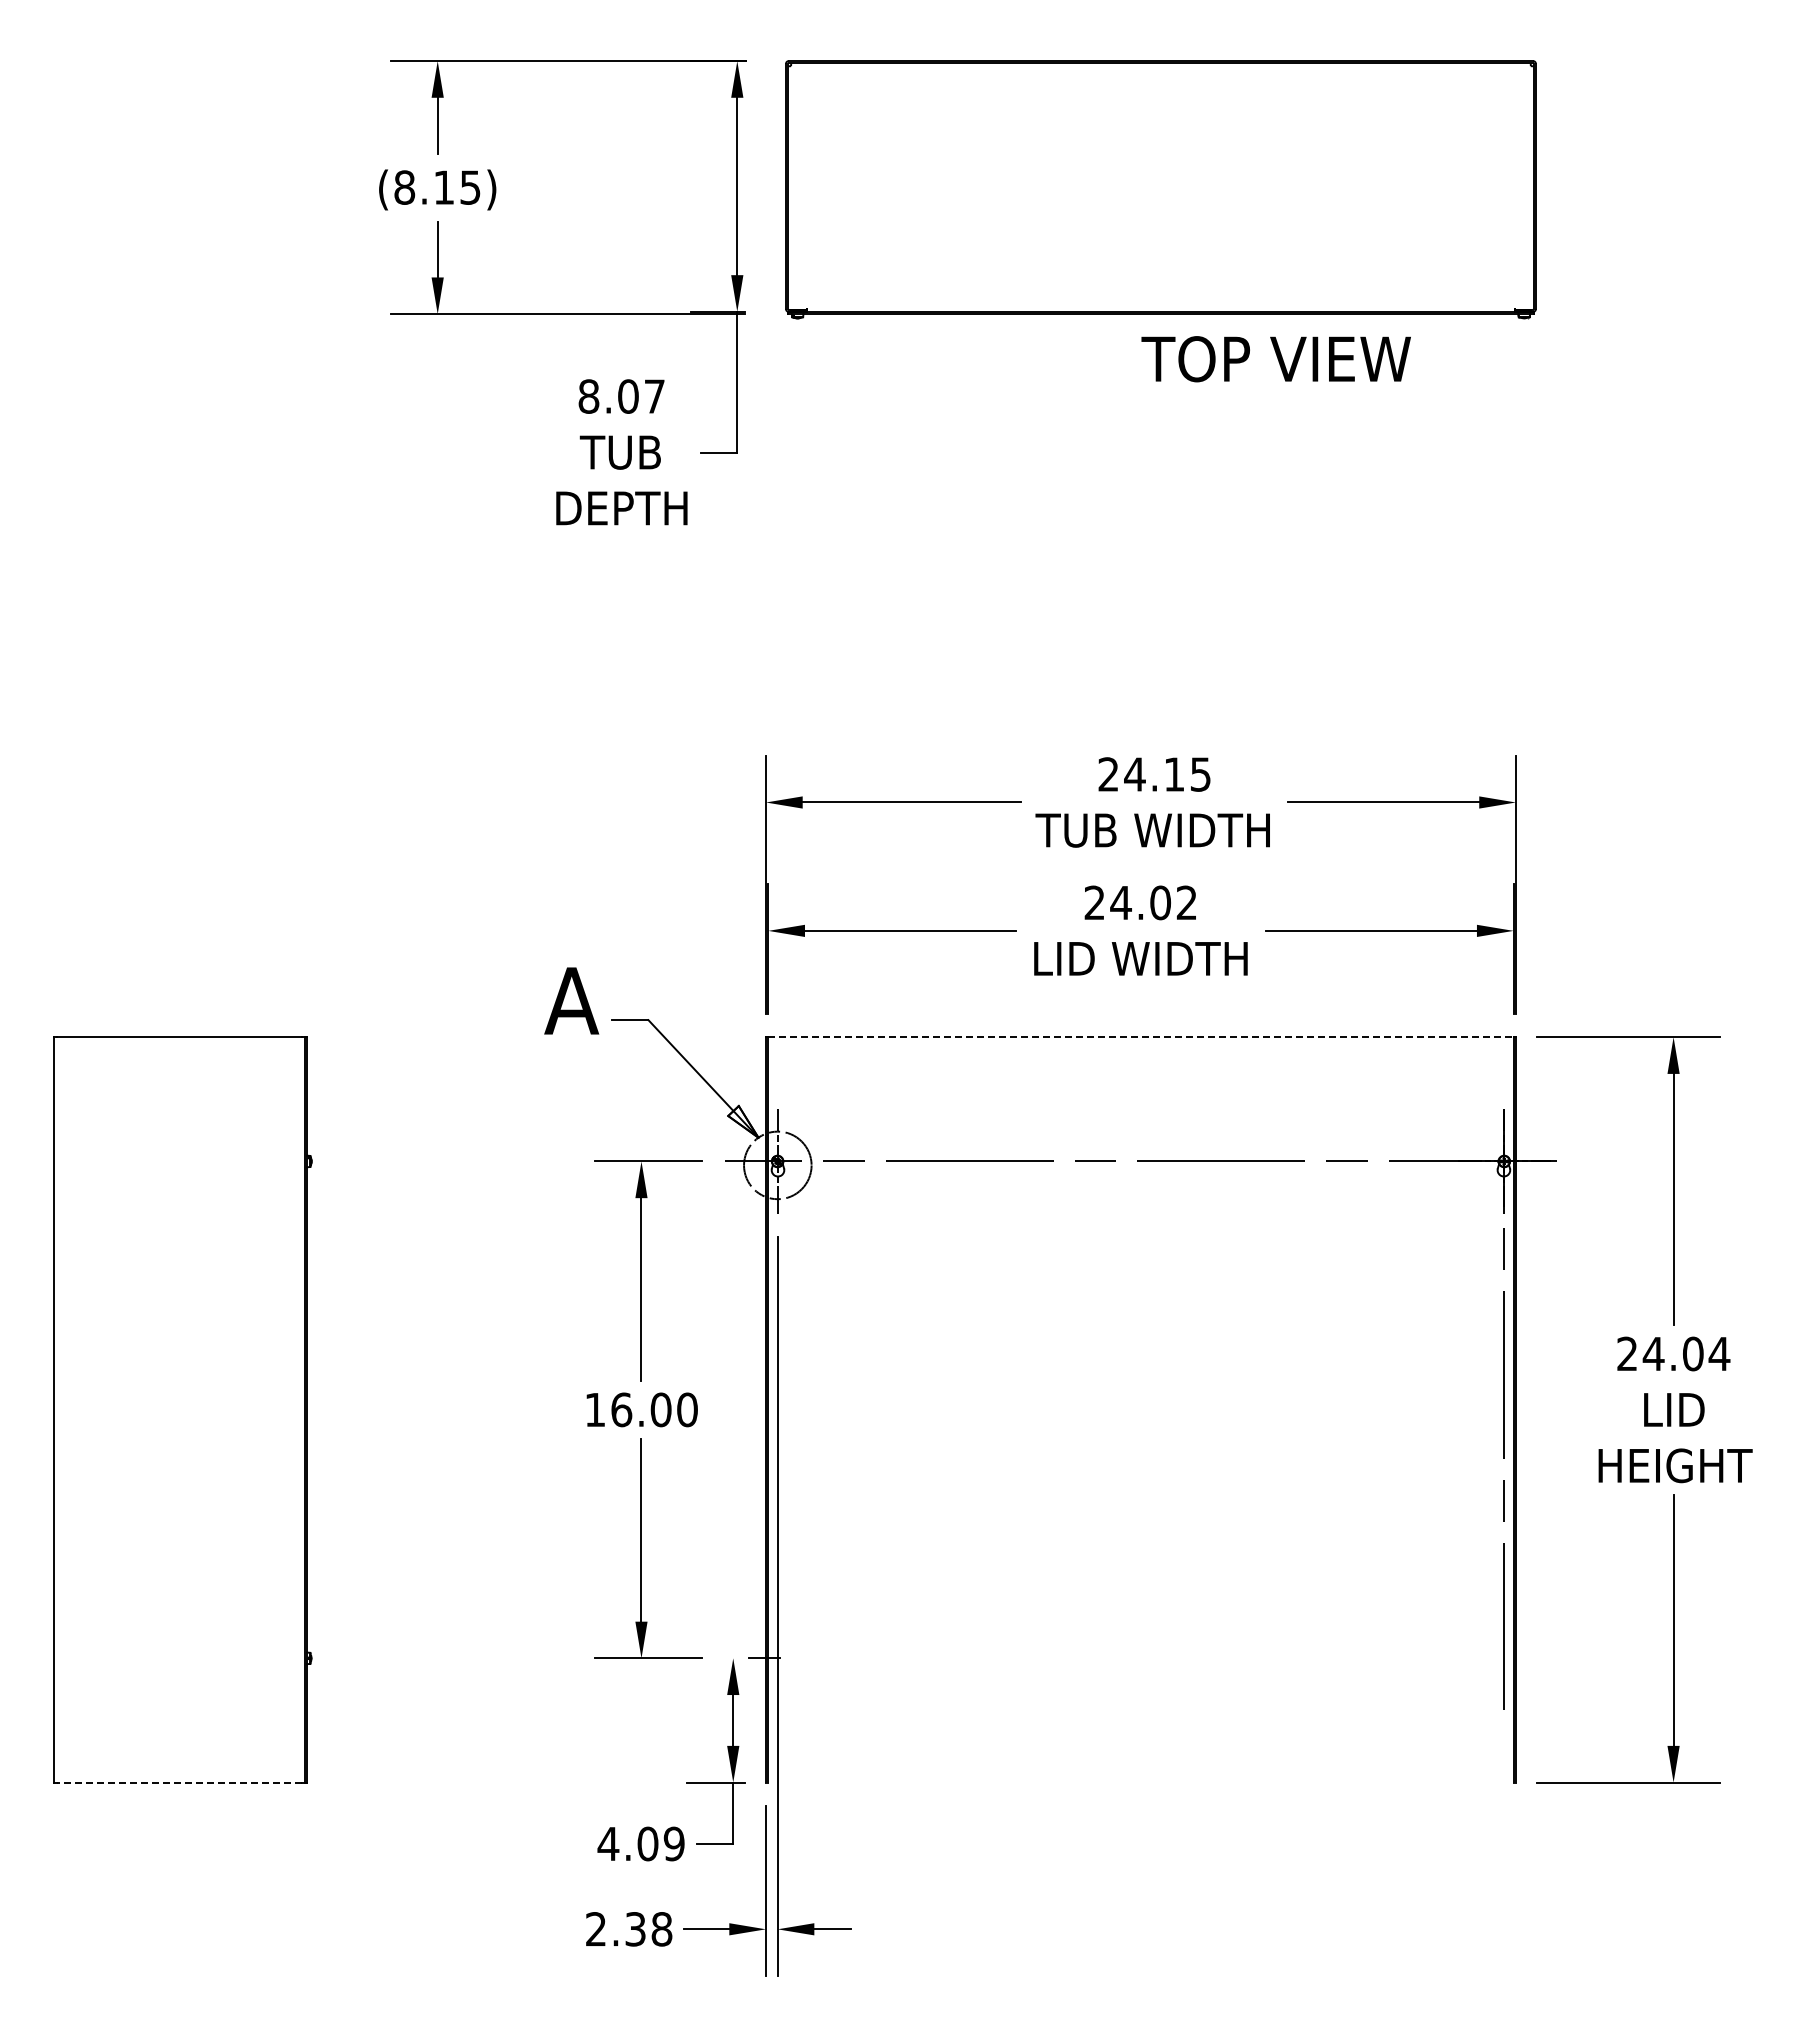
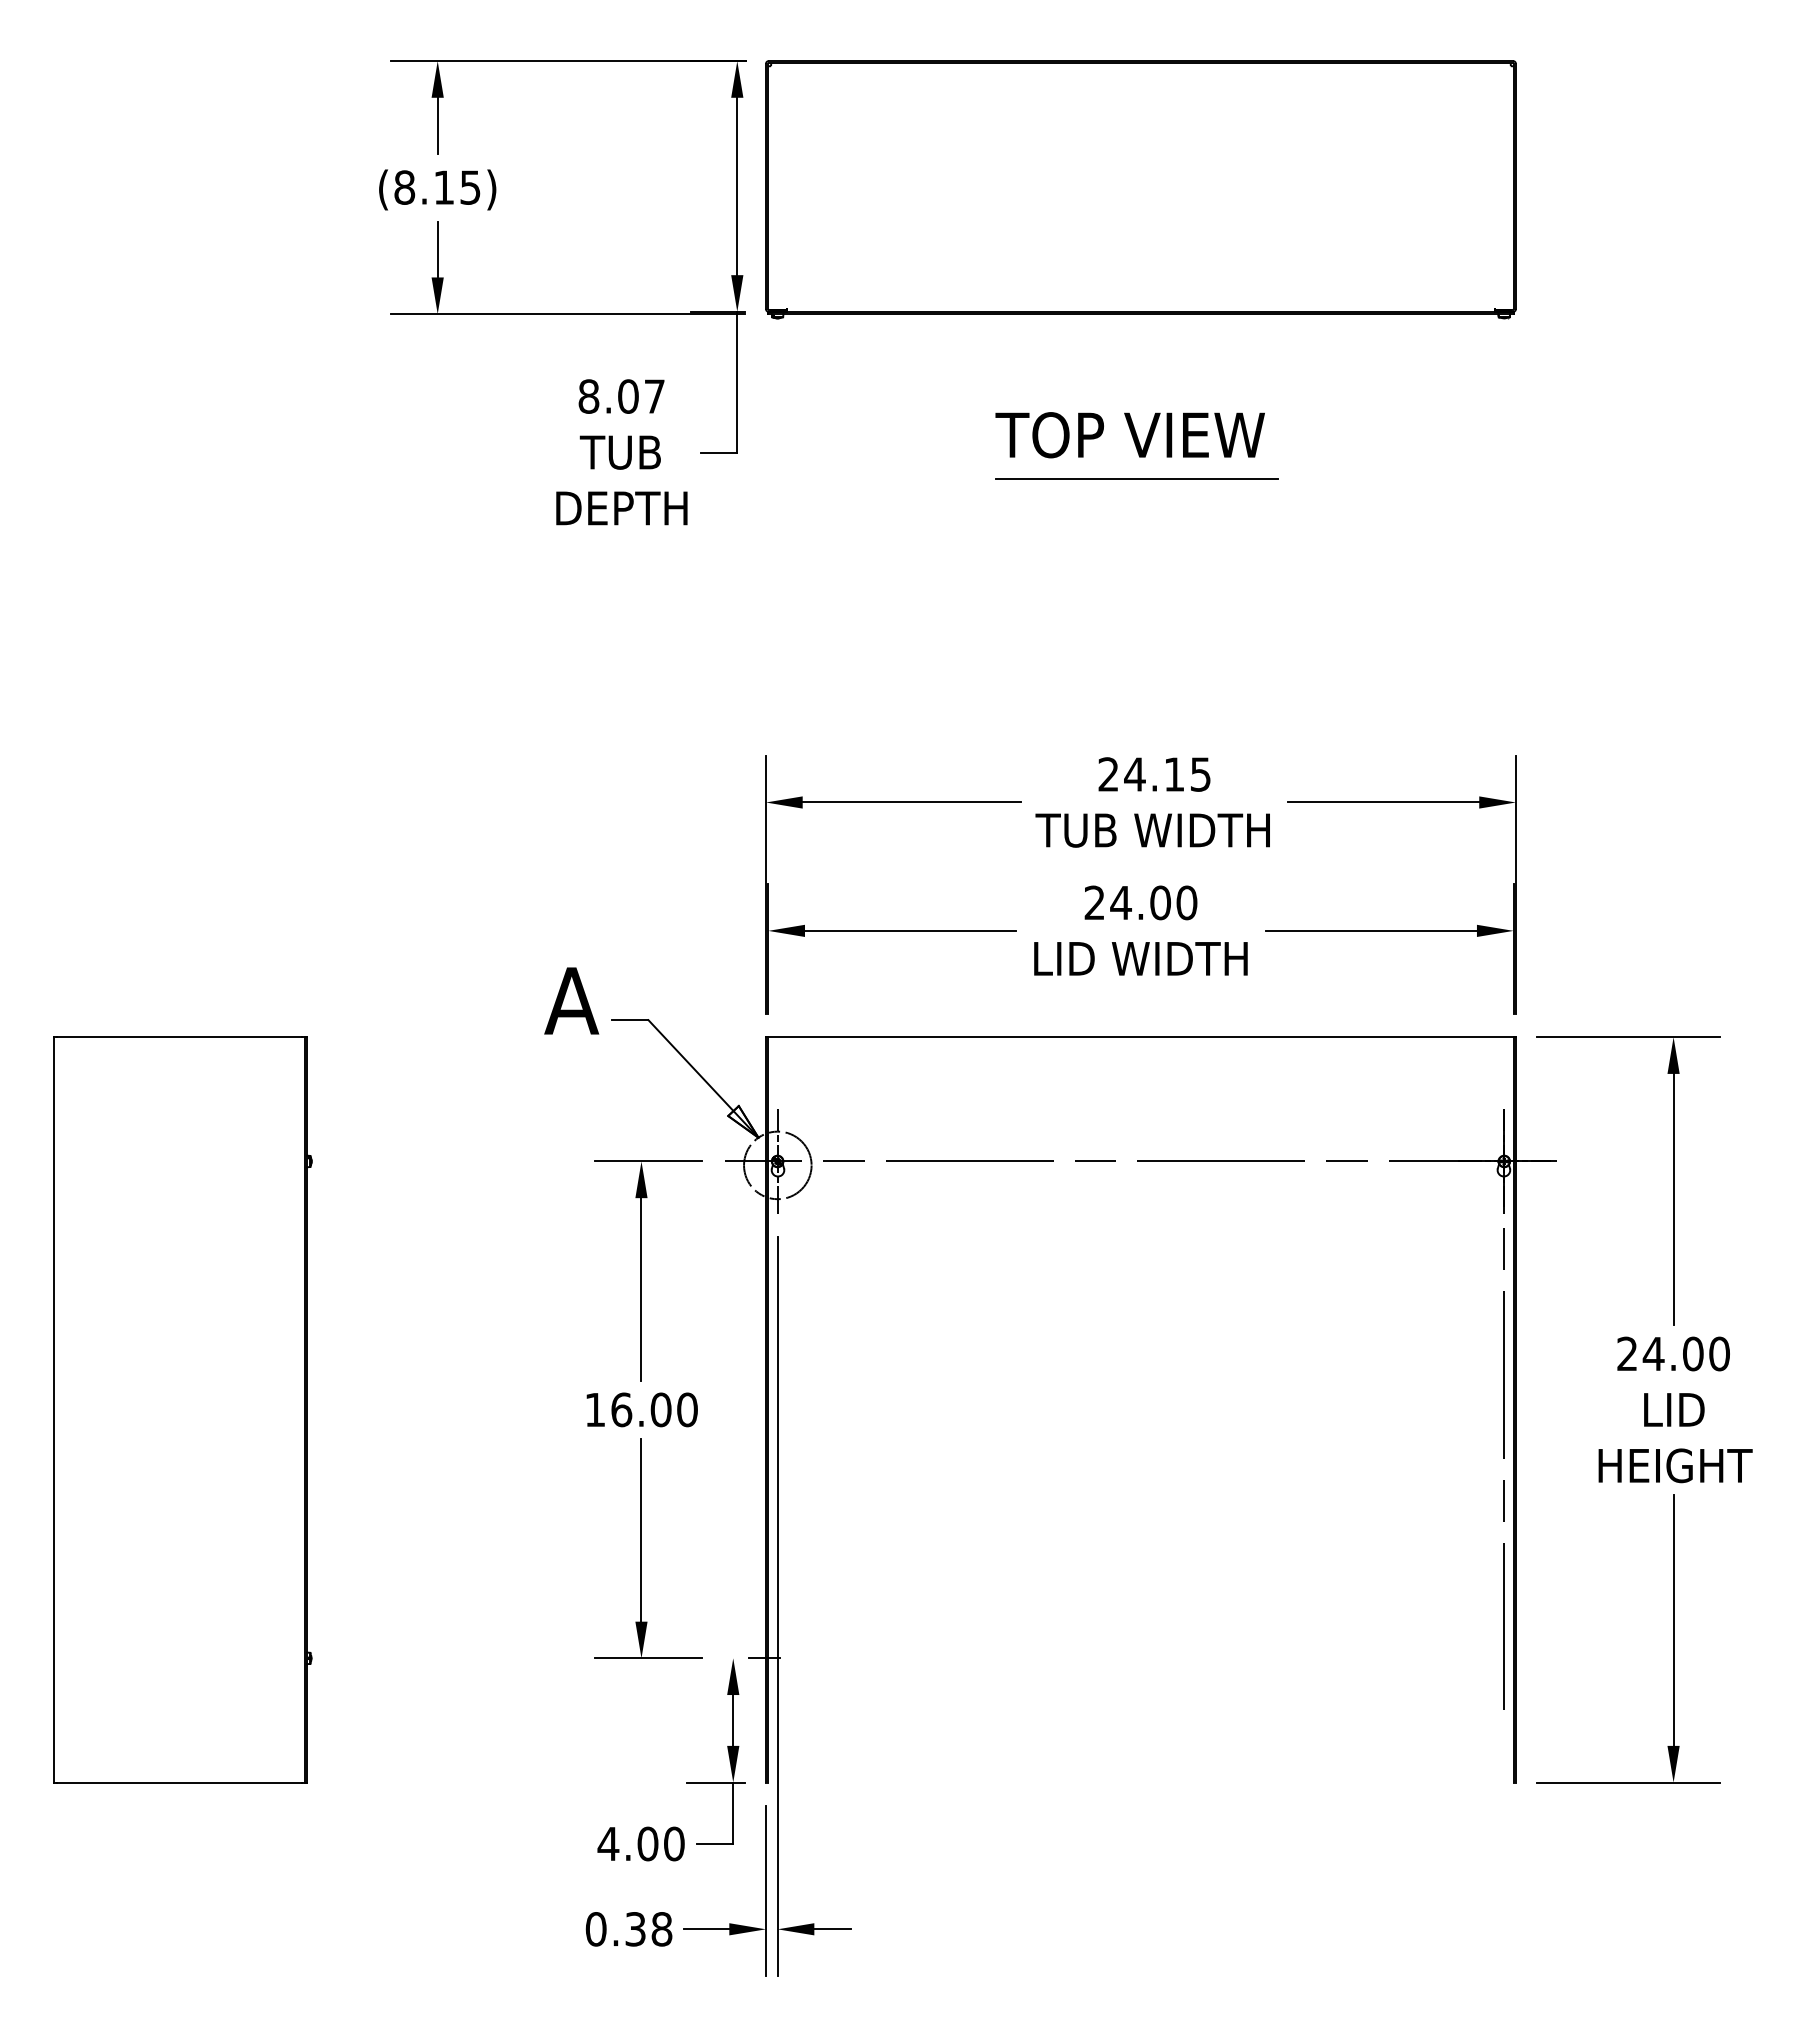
part at (1160, 189) position: (1160, 189) -> (1140, 189)
text at (1275, 359) position: (1275, 359) -> (1129, 435)
line at (1136, 479): none -> present
text at (1186, 902): 24.02 -> 24.00
line at (1140, 1037): dashed -> solid
text at (1719, 1353): 24.04 -> 24.00
line at (179, 1782): dashed -> solid
text at (673, 1843): 4.09 -> 4.00
text at (595, 1929): 2.38 -> 0.38
